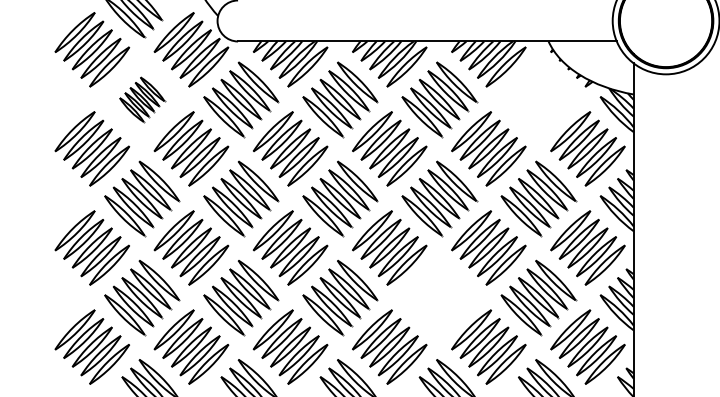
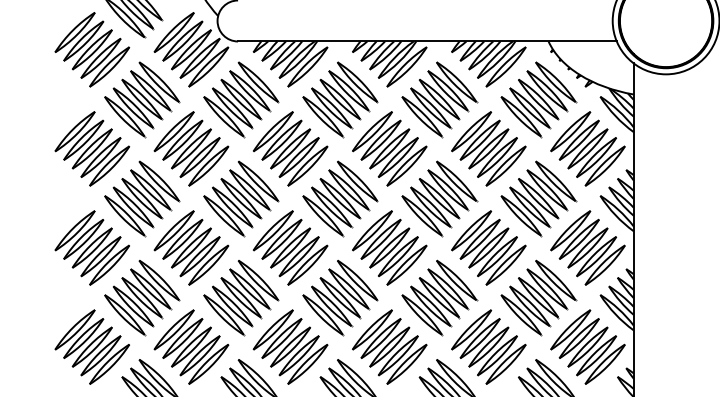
part at (142, 99) size: 48x48 px -> 77x78 px
part at (538, 99): none -> present
part at (439, 297): none -> present
